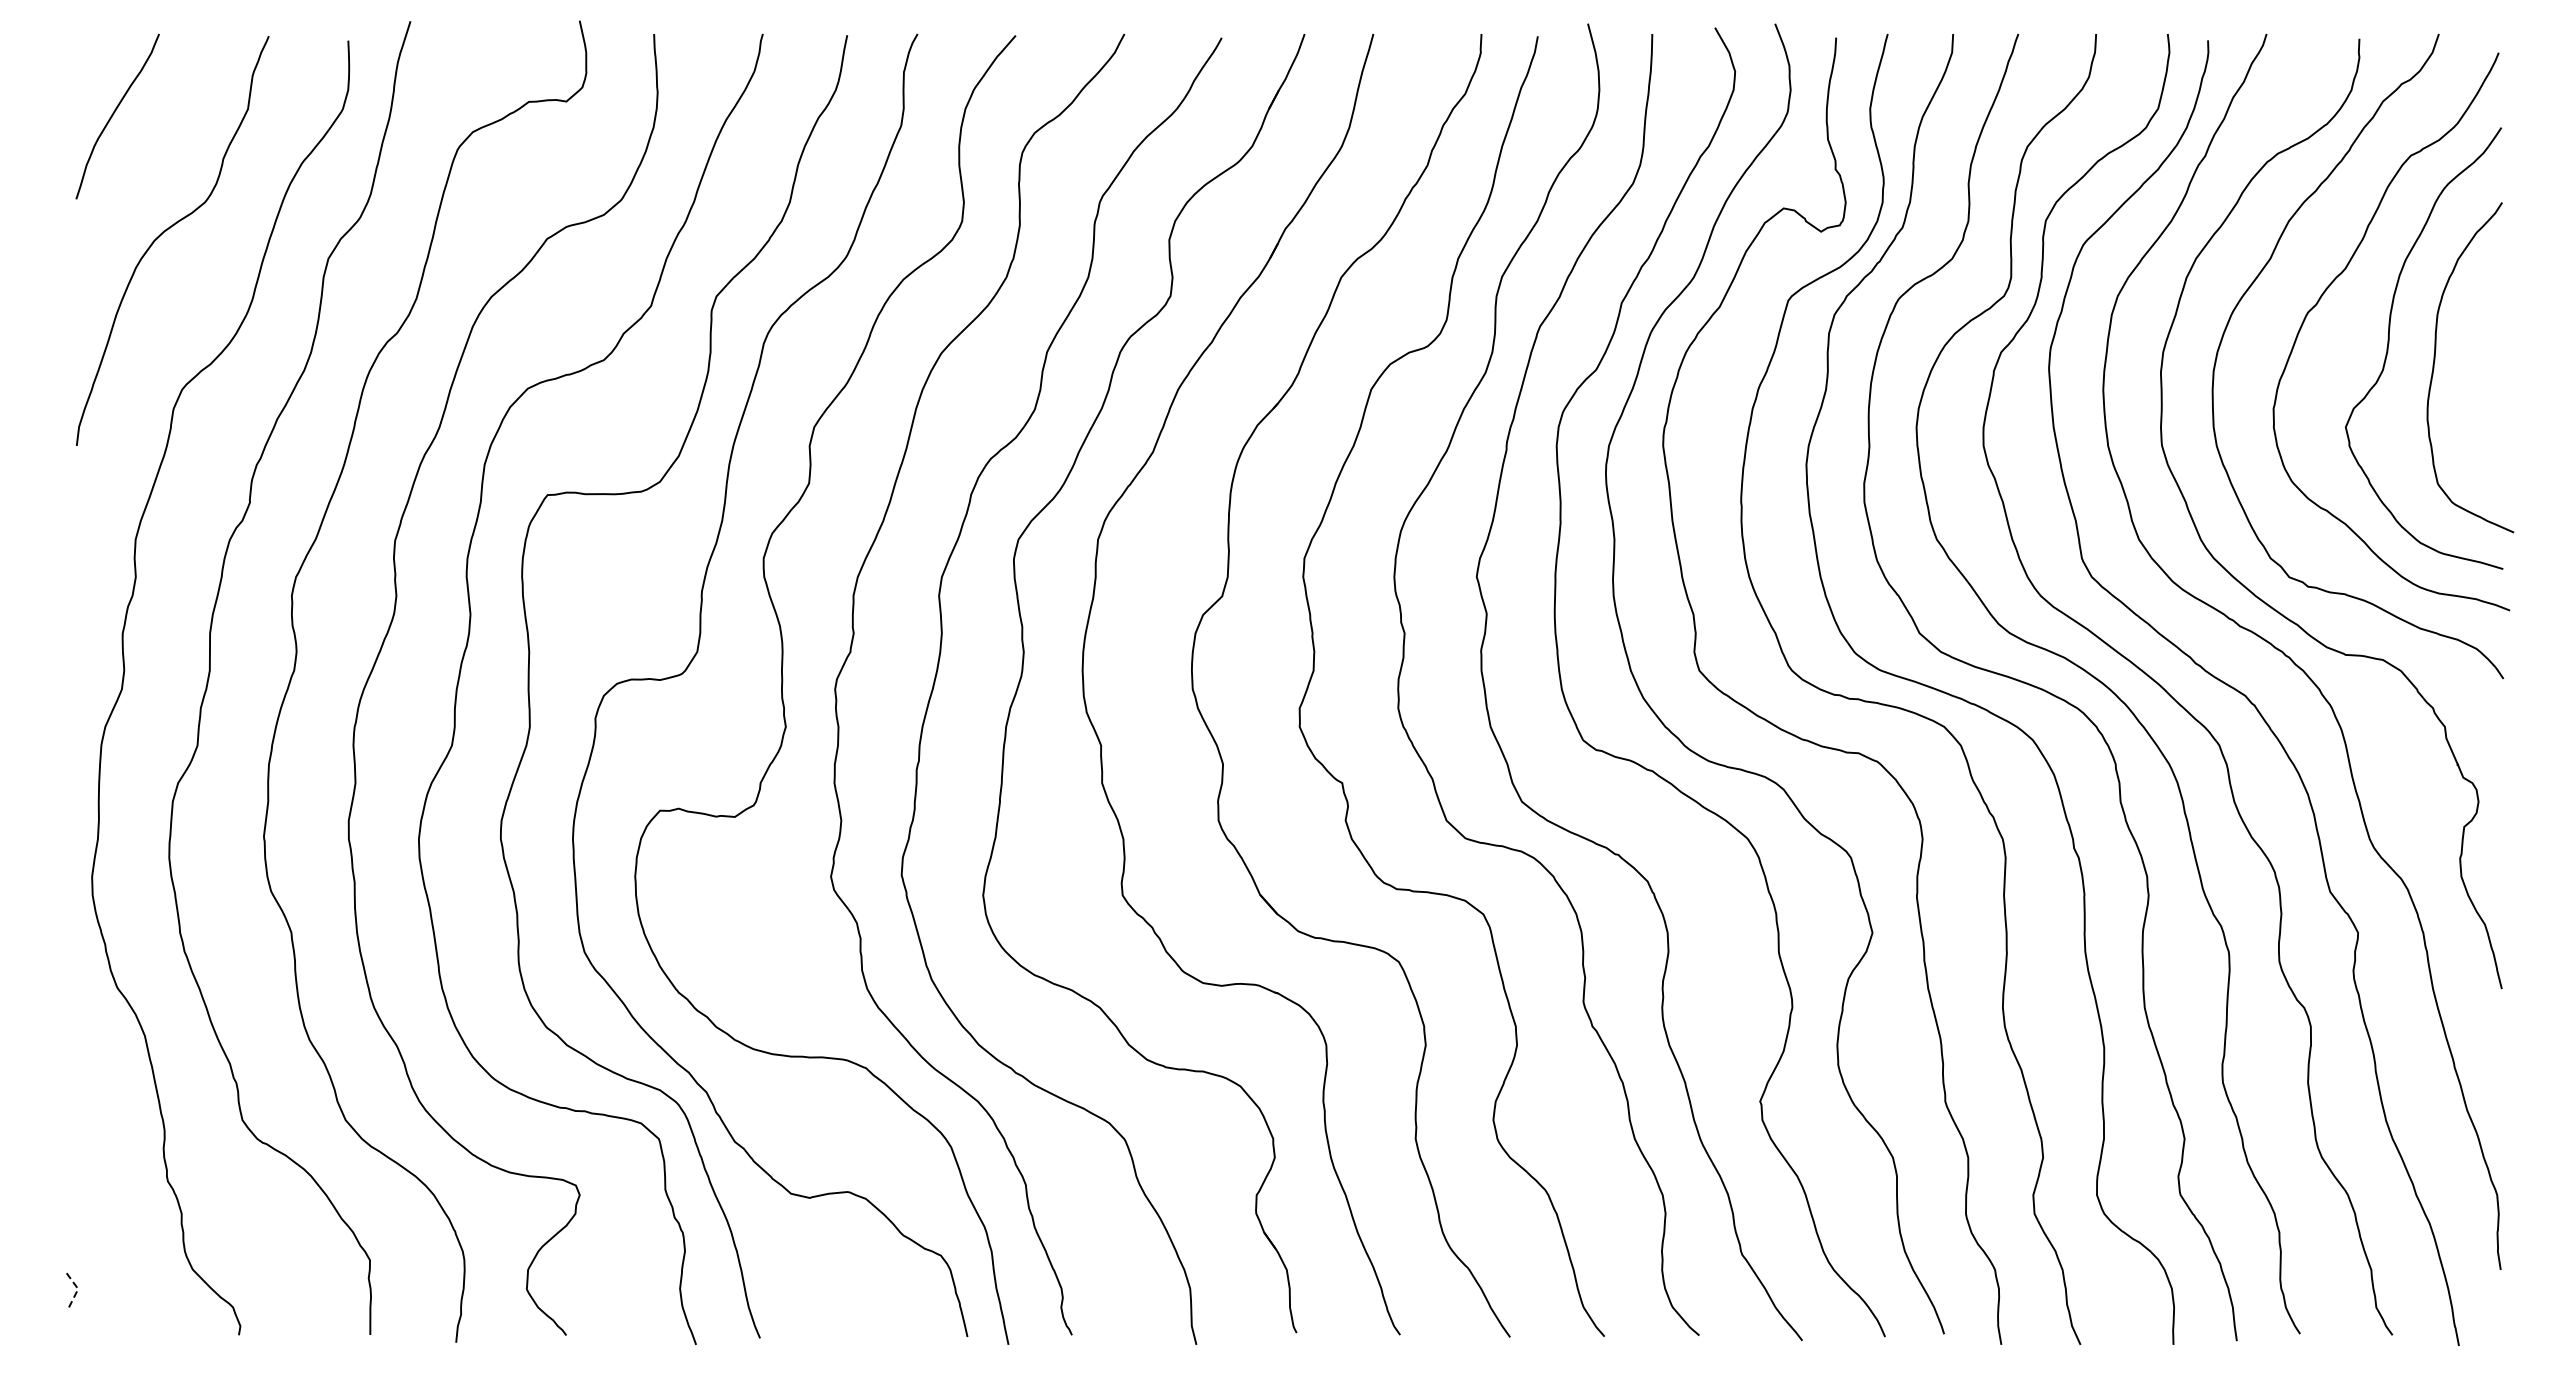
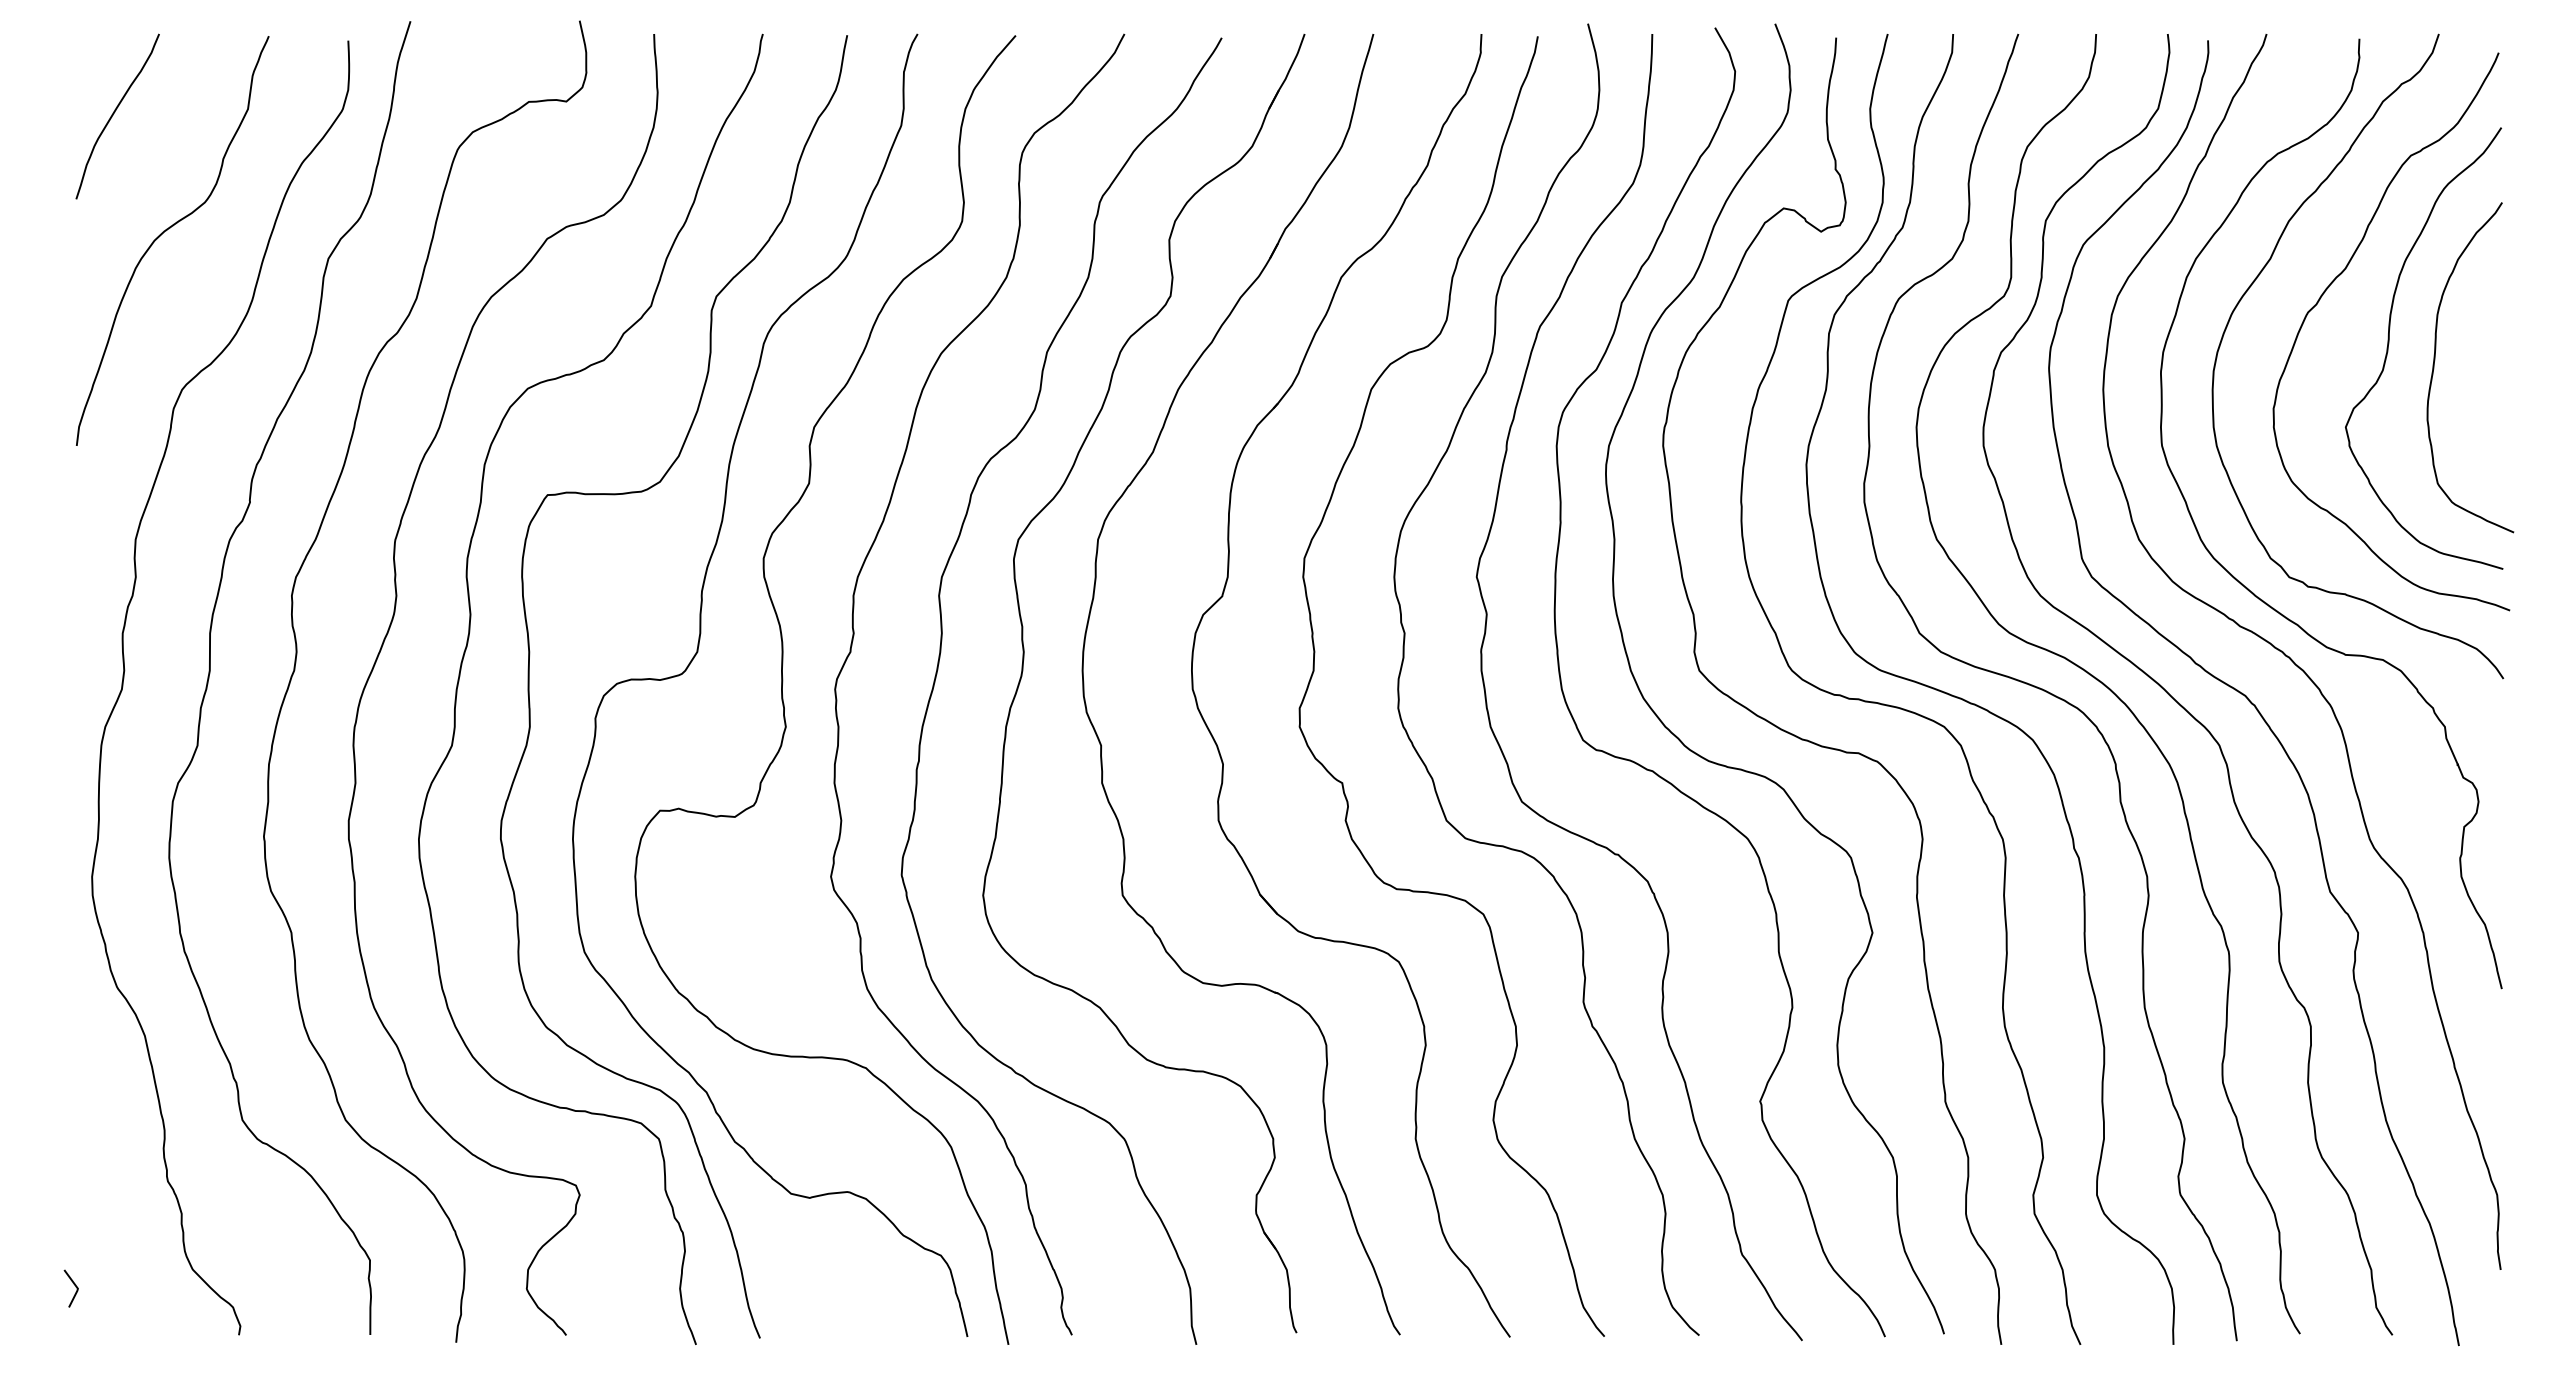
line at (77, 1288): dashed -> solid
